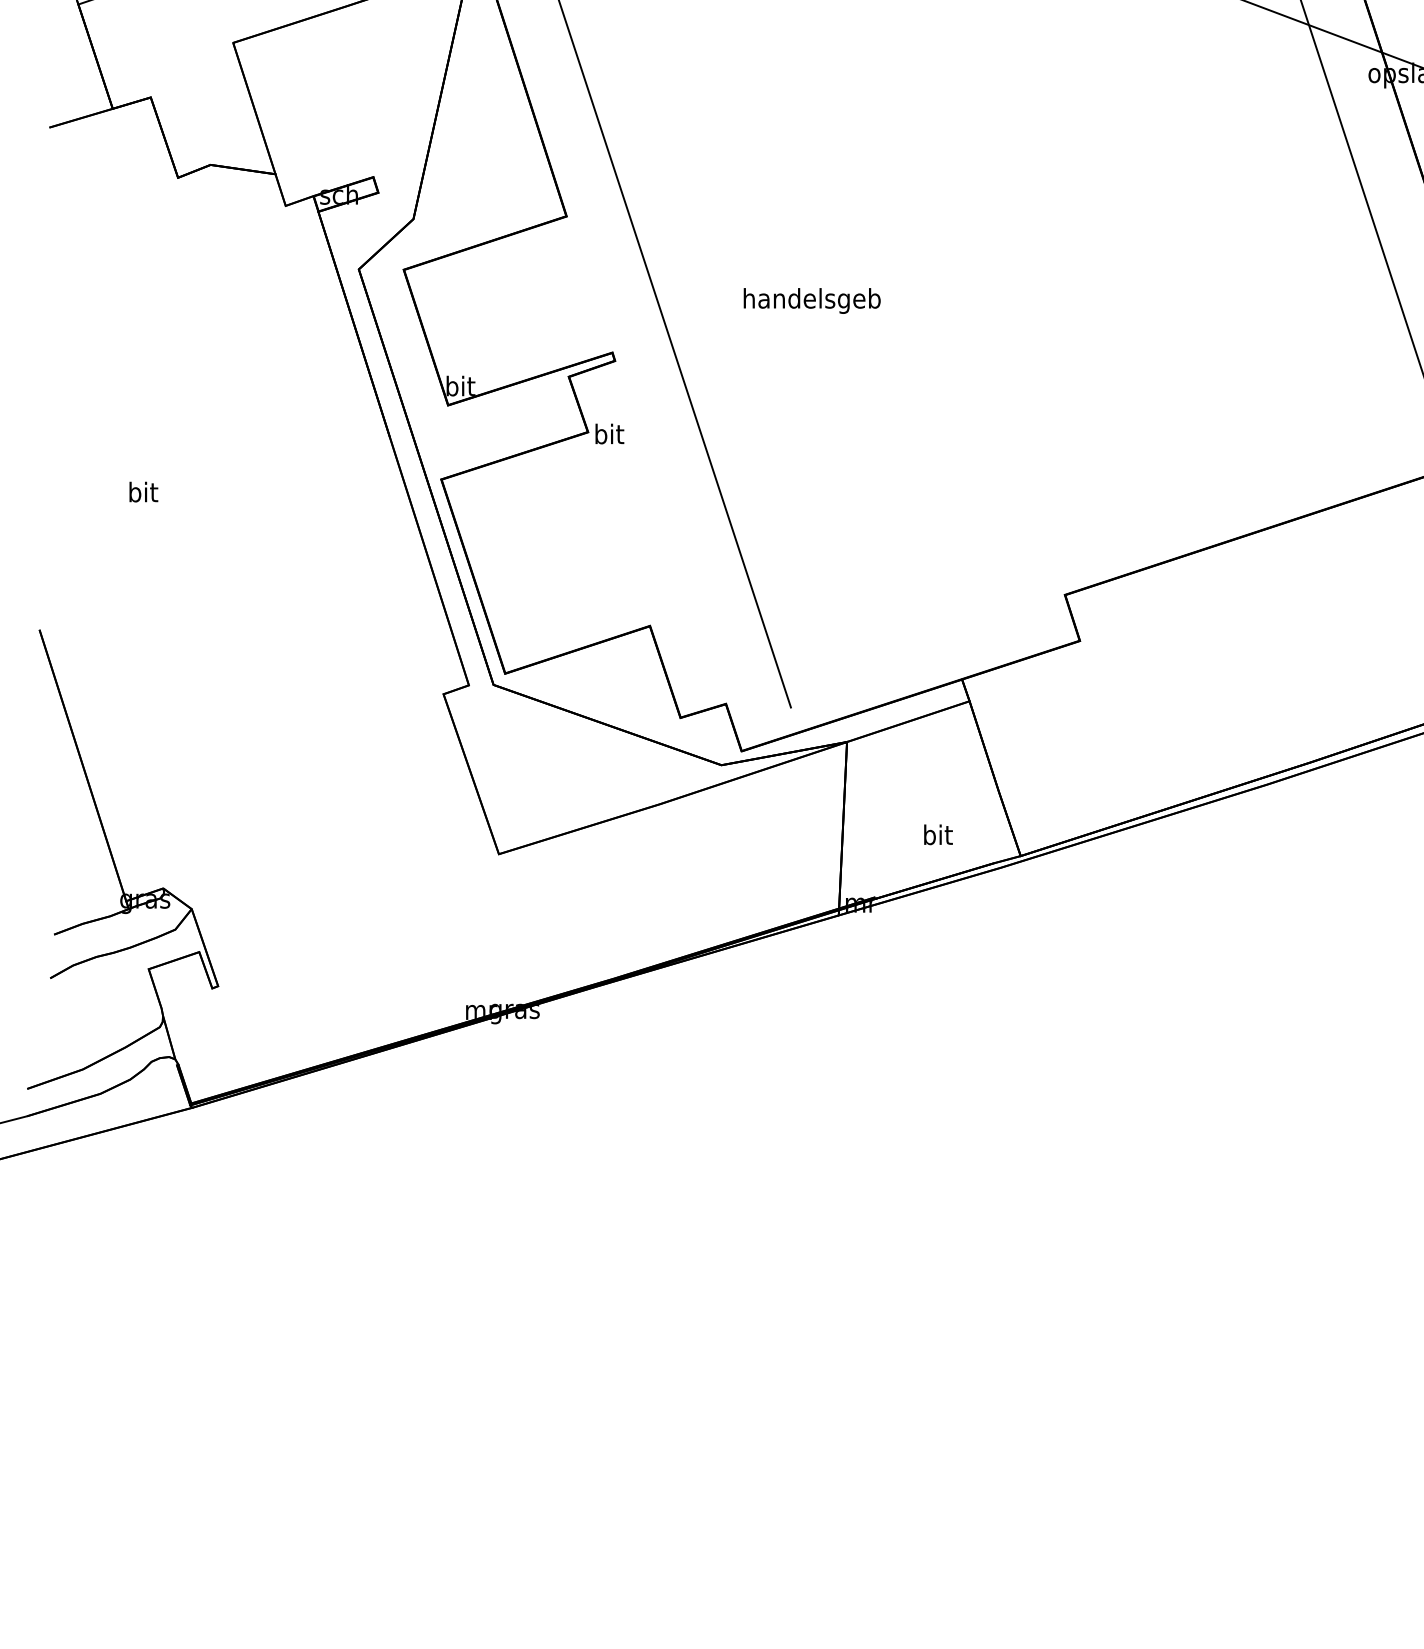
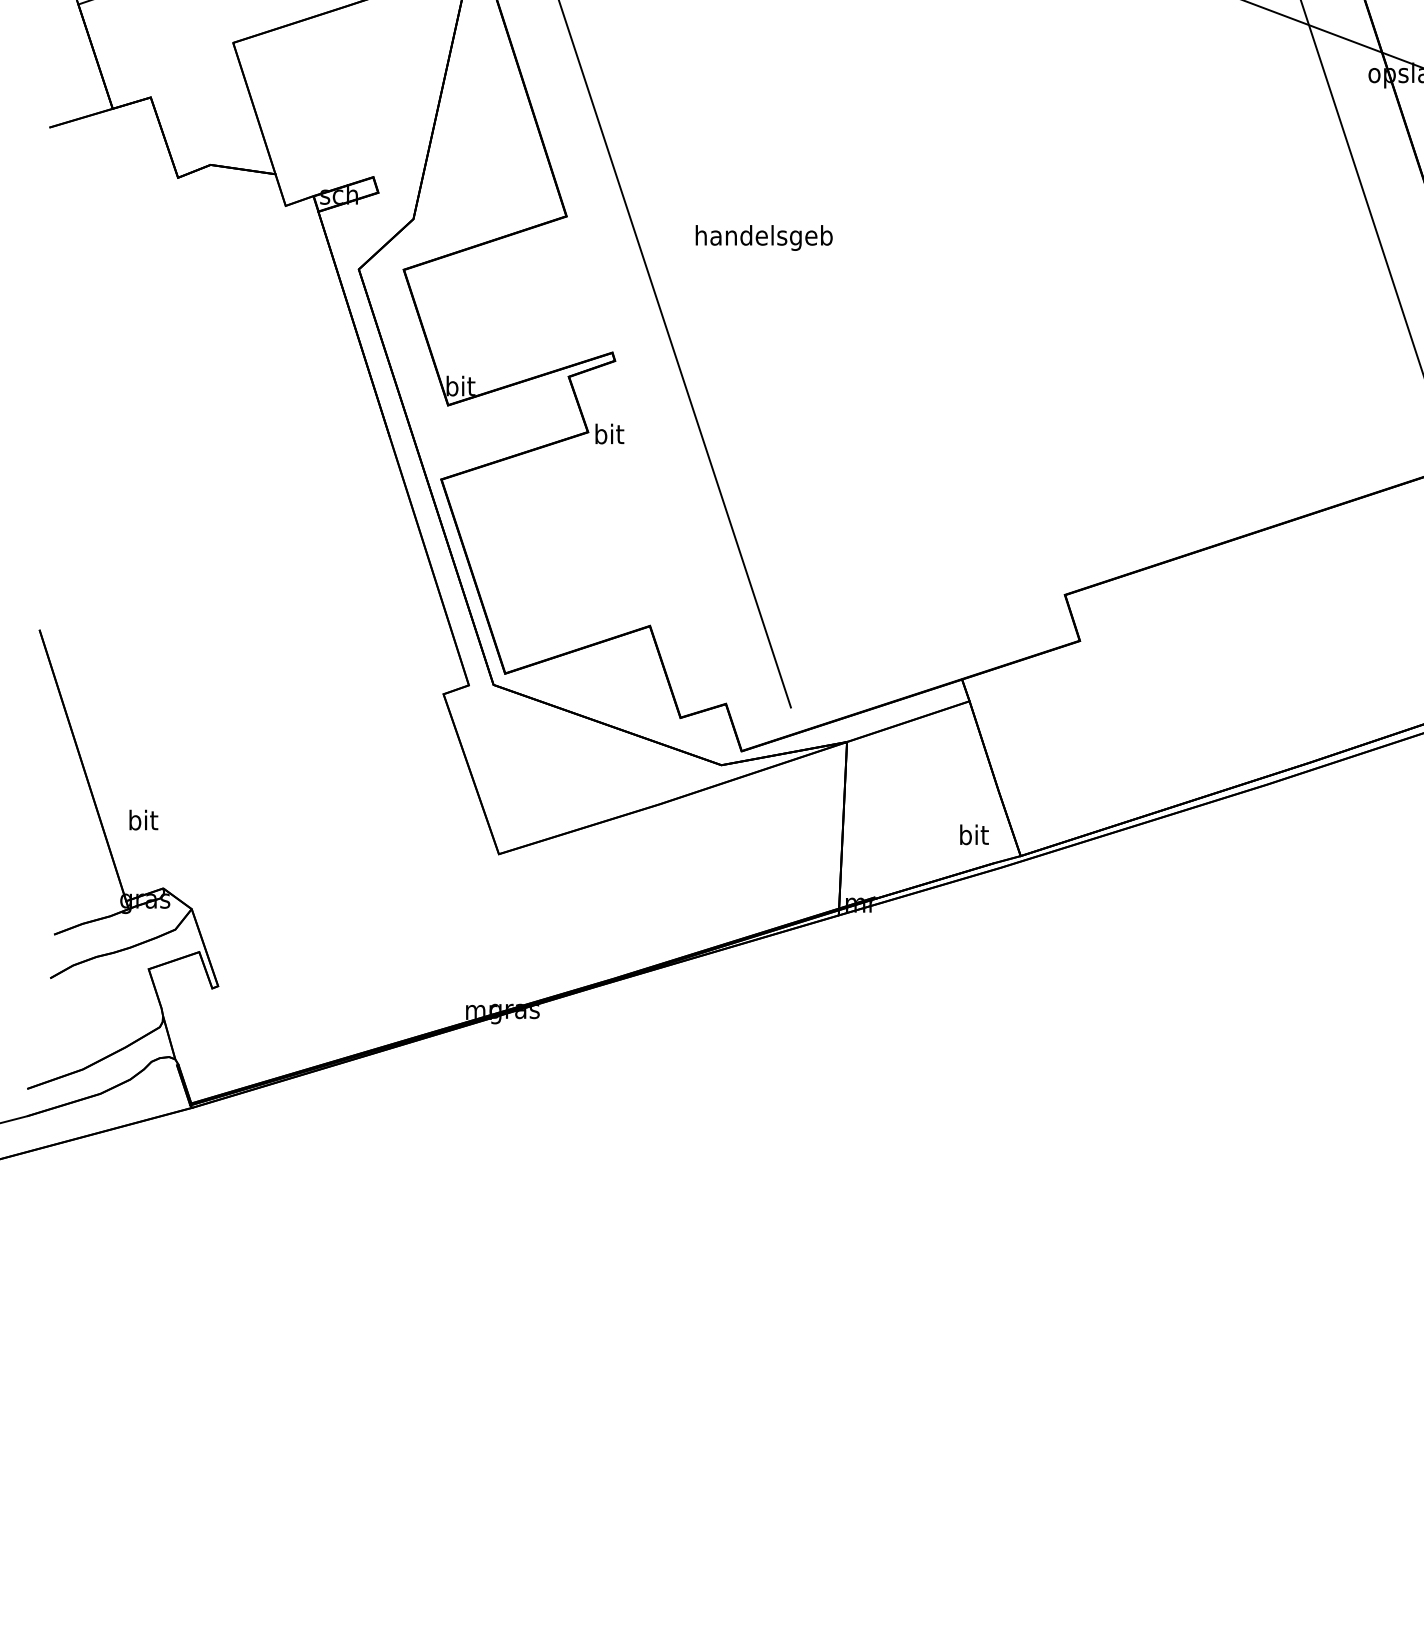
text at (811, 300) position: (811, 300) -> (763, 237)
text at (143, 491) position: (143, 491) -> (143, 819)
text at (938, 834) position: (938, 834) -> (974, 834)
